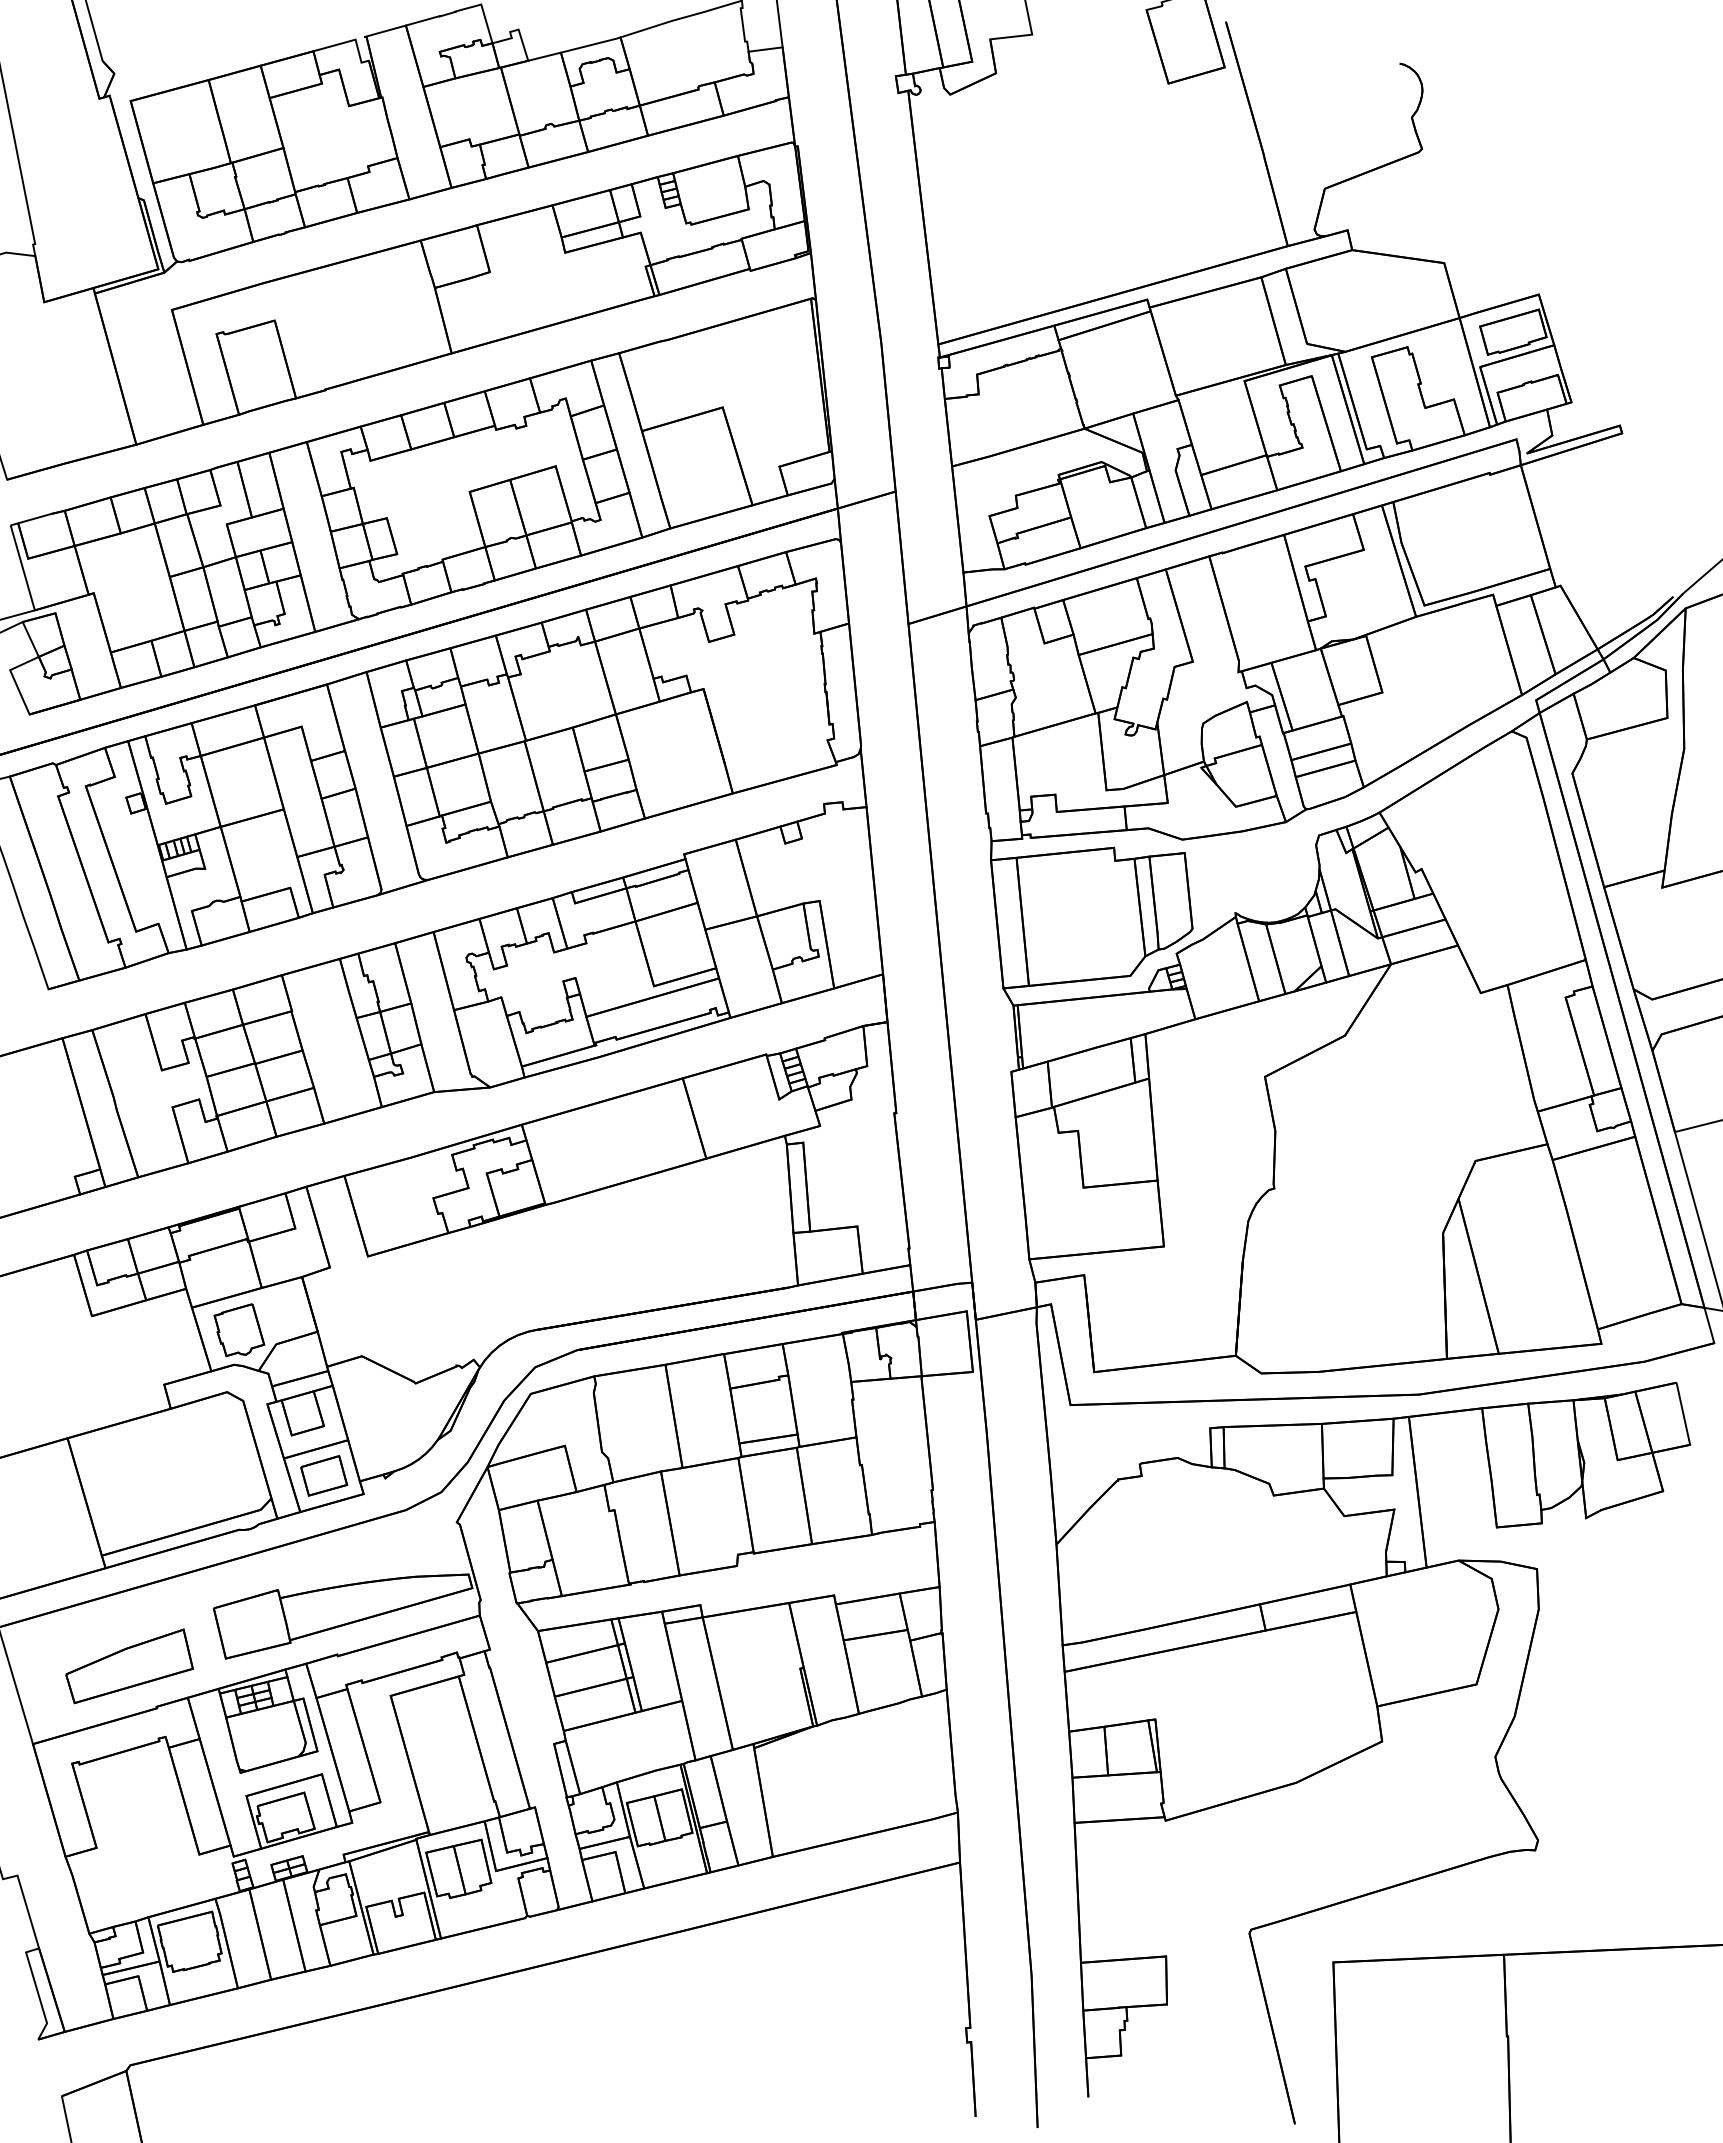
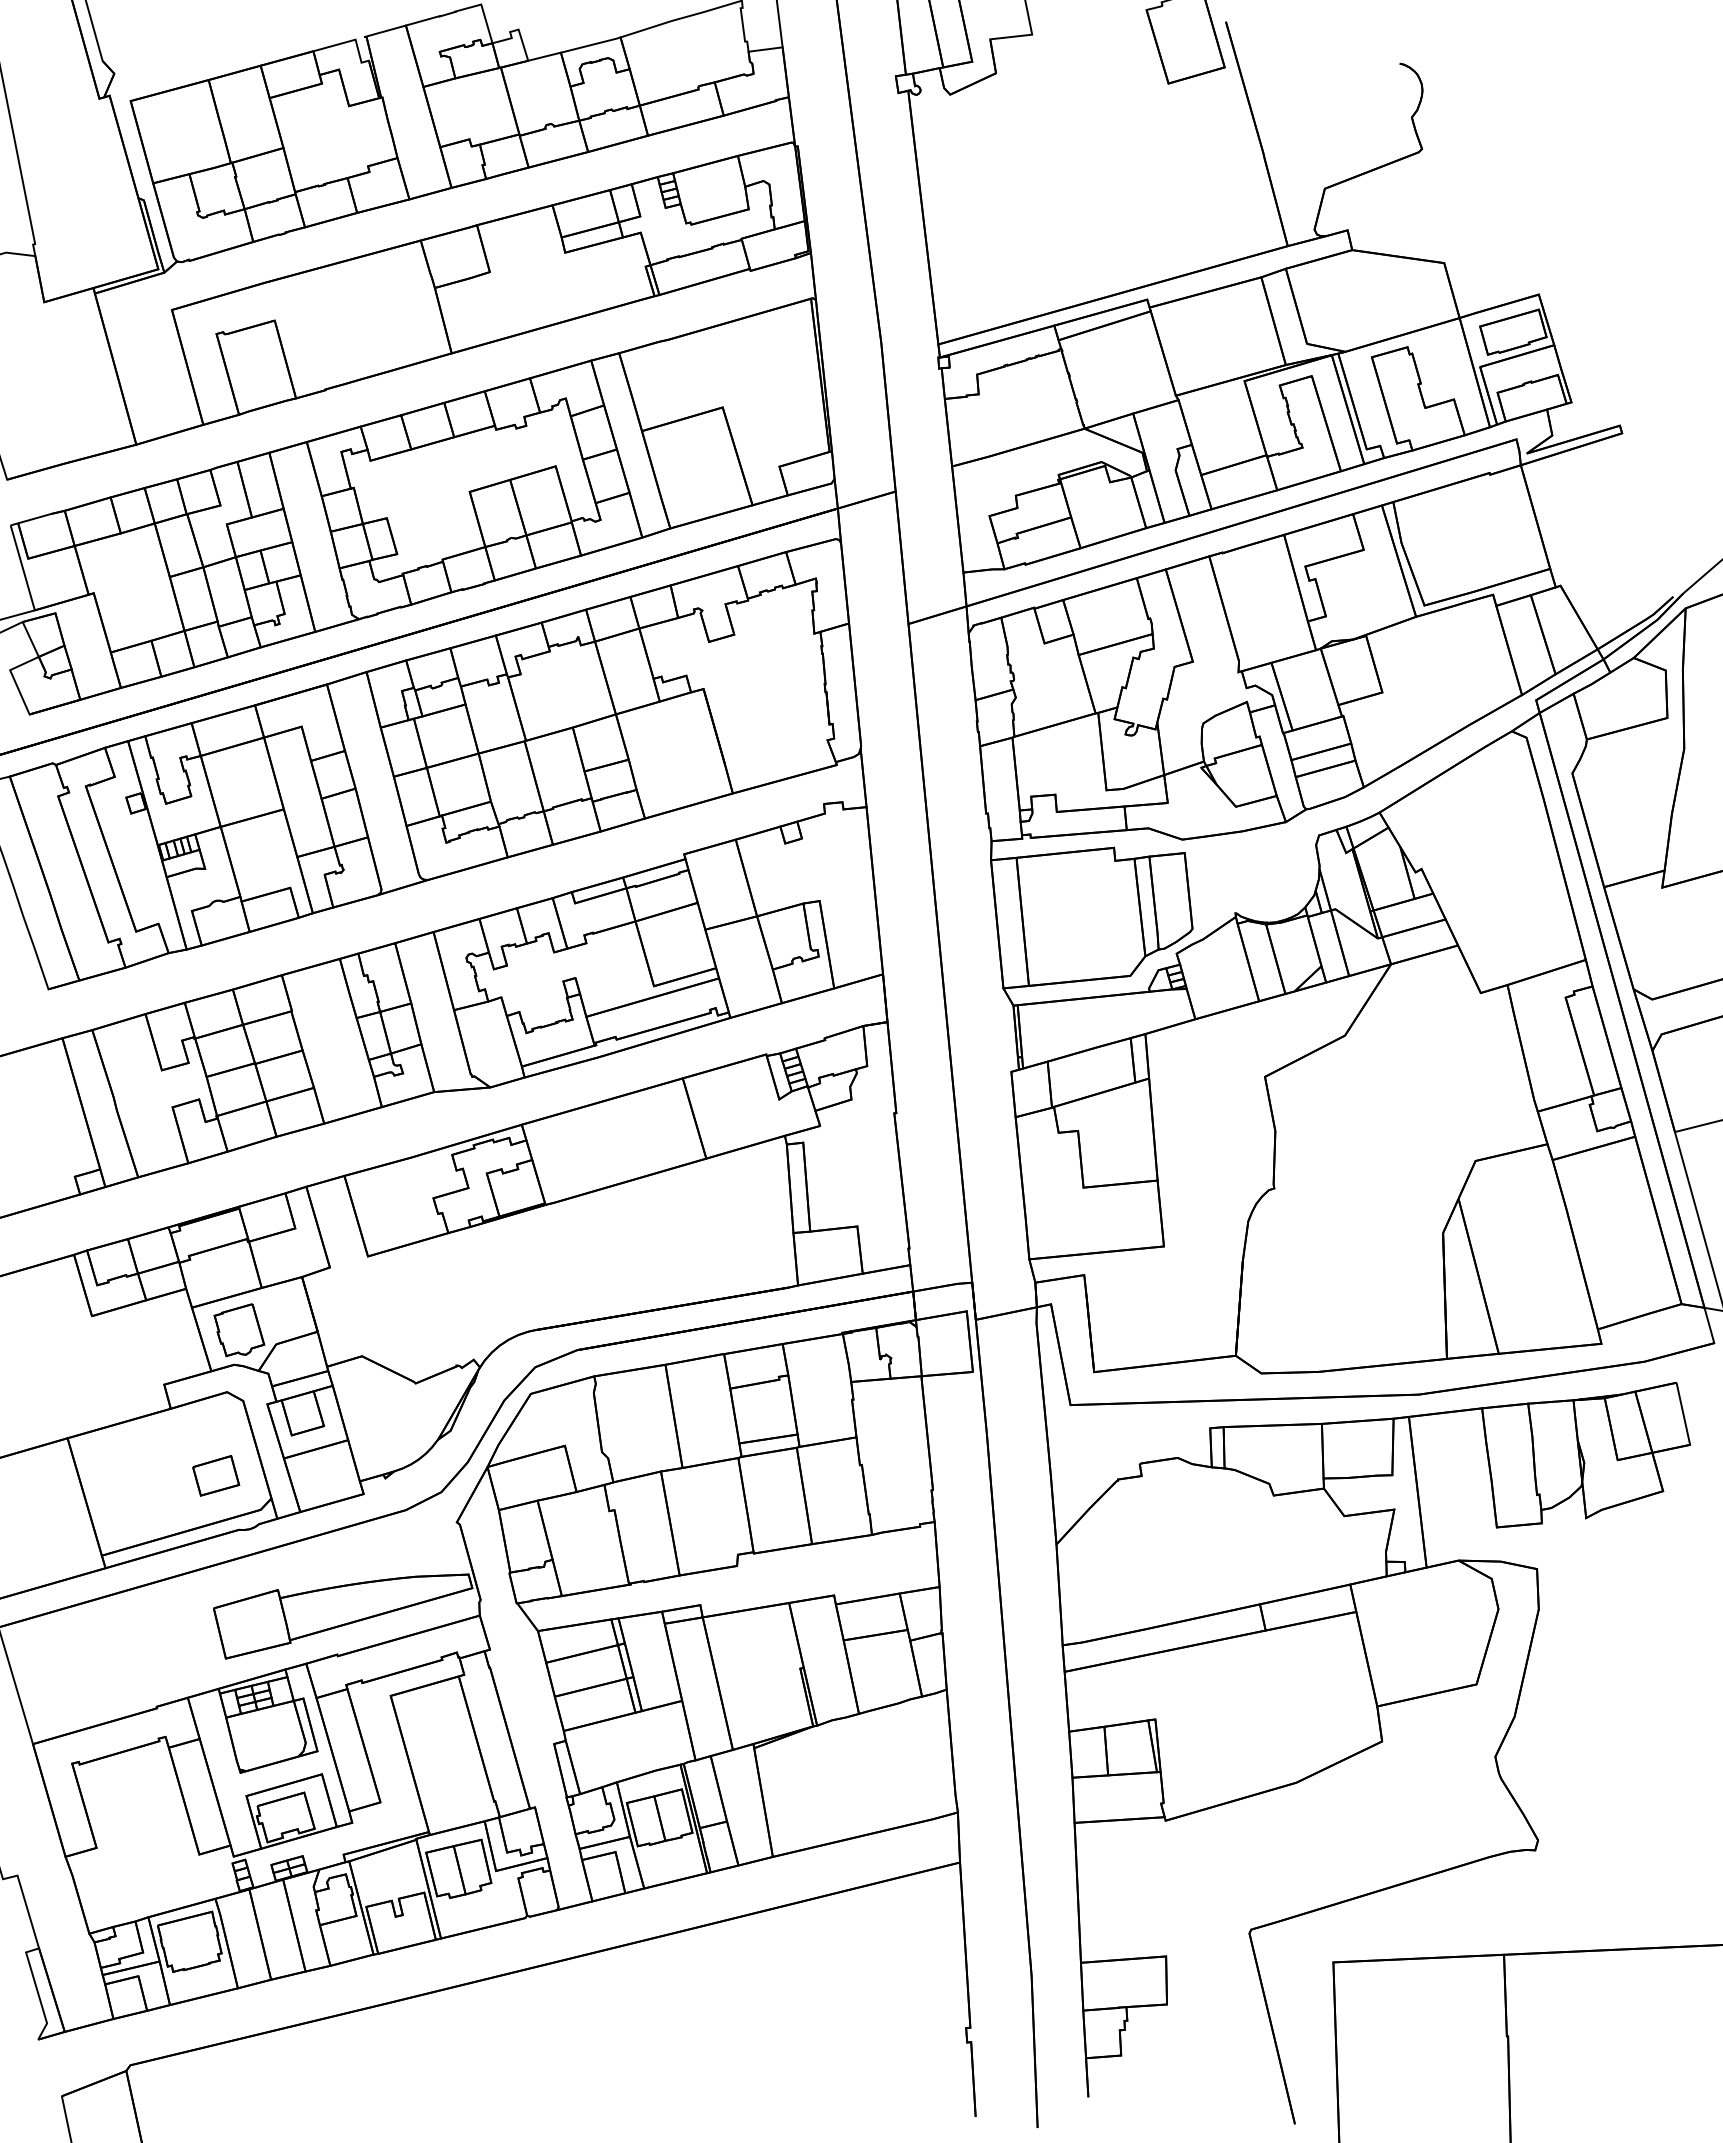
part at (324, 1475) position: (324, 1475) -> (216, 1475)
part at (129, 1666): present -> none
